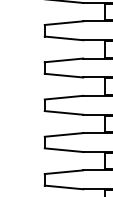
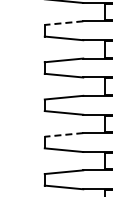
line at (63, 23): solid -> dashed
line at (63, 134): solid -> dashed
